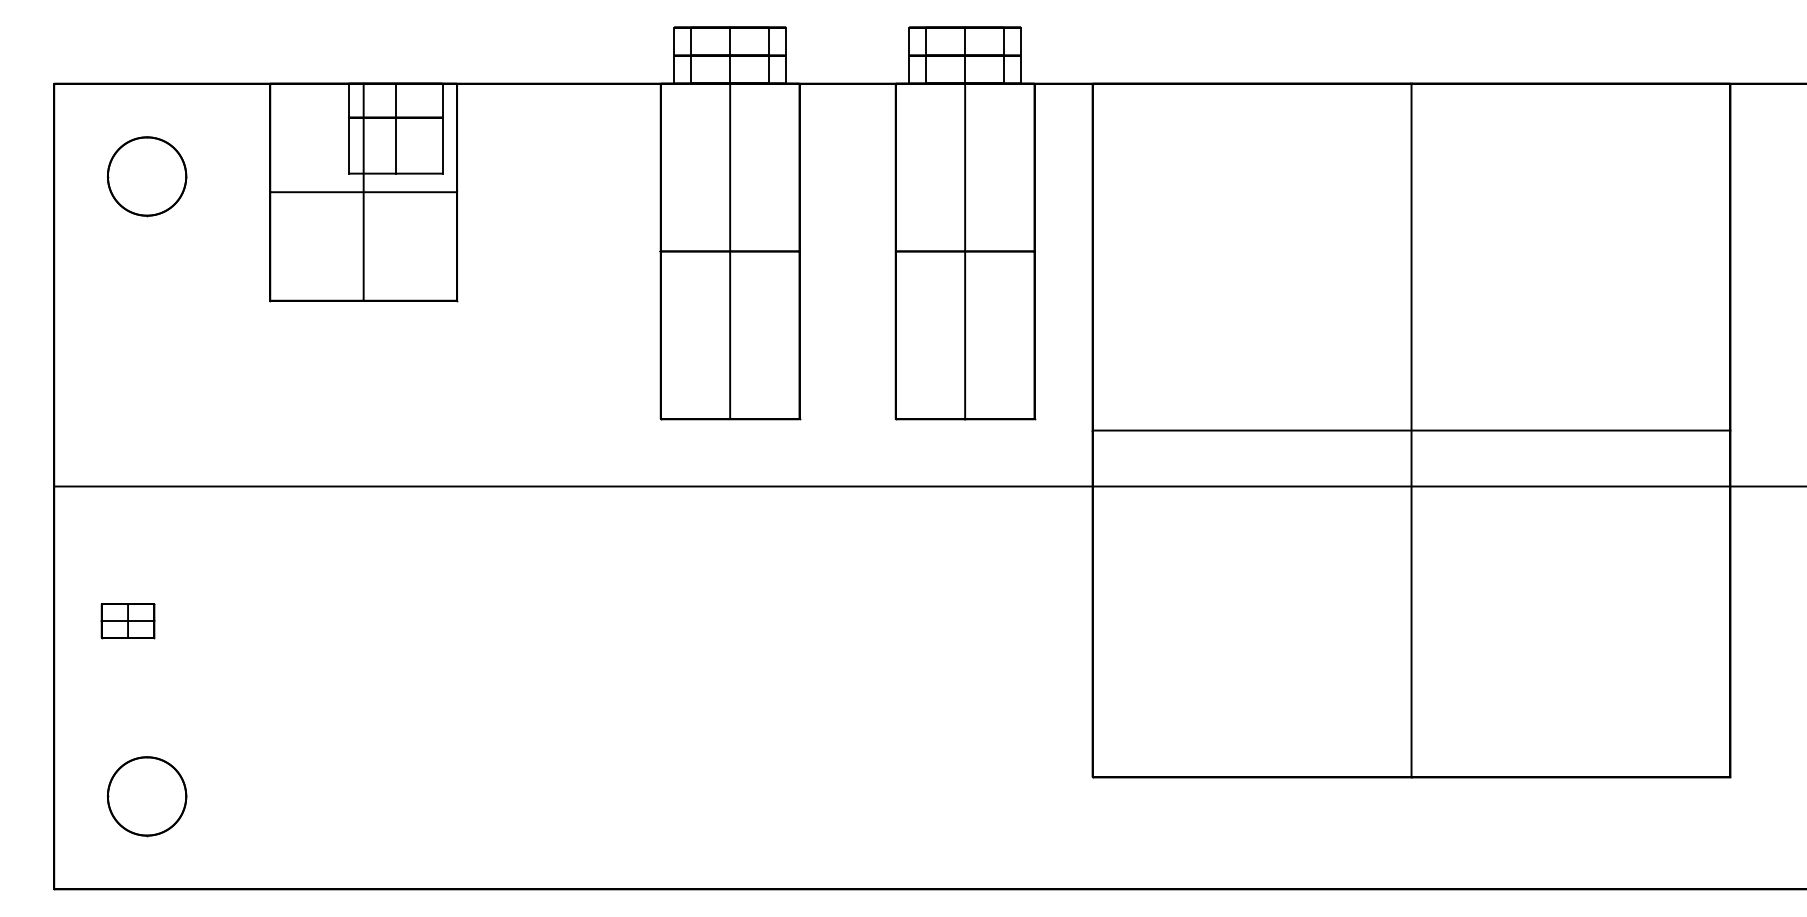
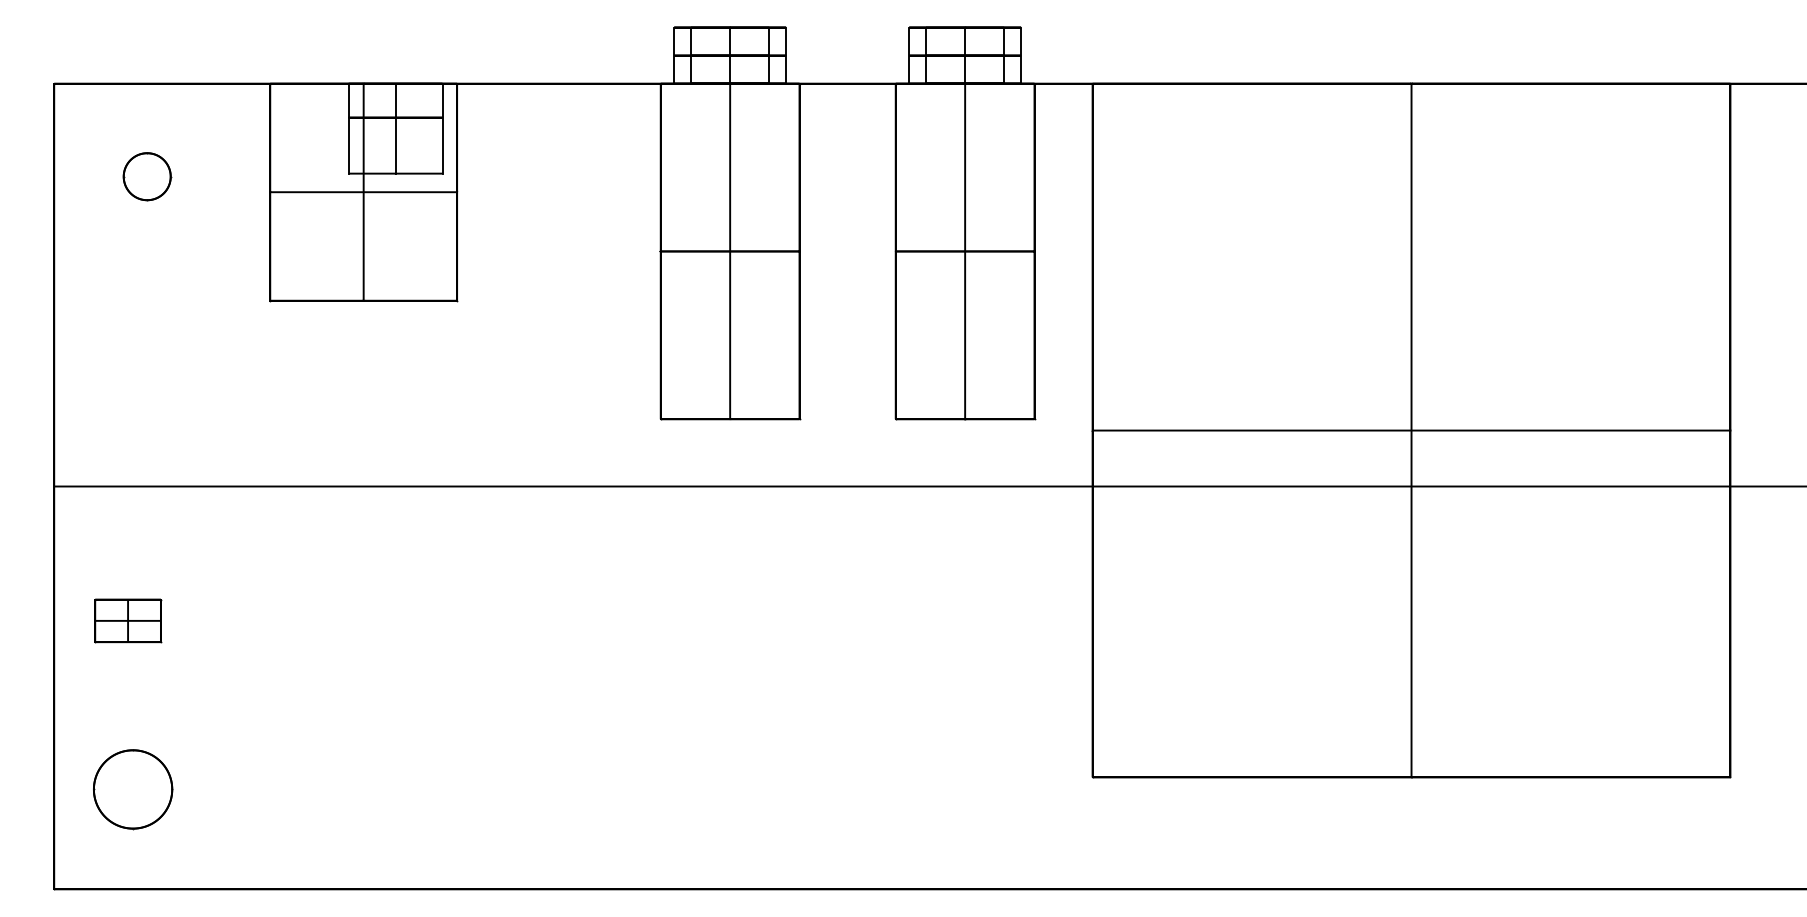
part at (147, 176) size: 81x82 px -> 51x50 px
part at (127, 621) size: 56x37 px -> 69x46 px
part at (147, 796) position: (147, 796) -> (133, 789)
